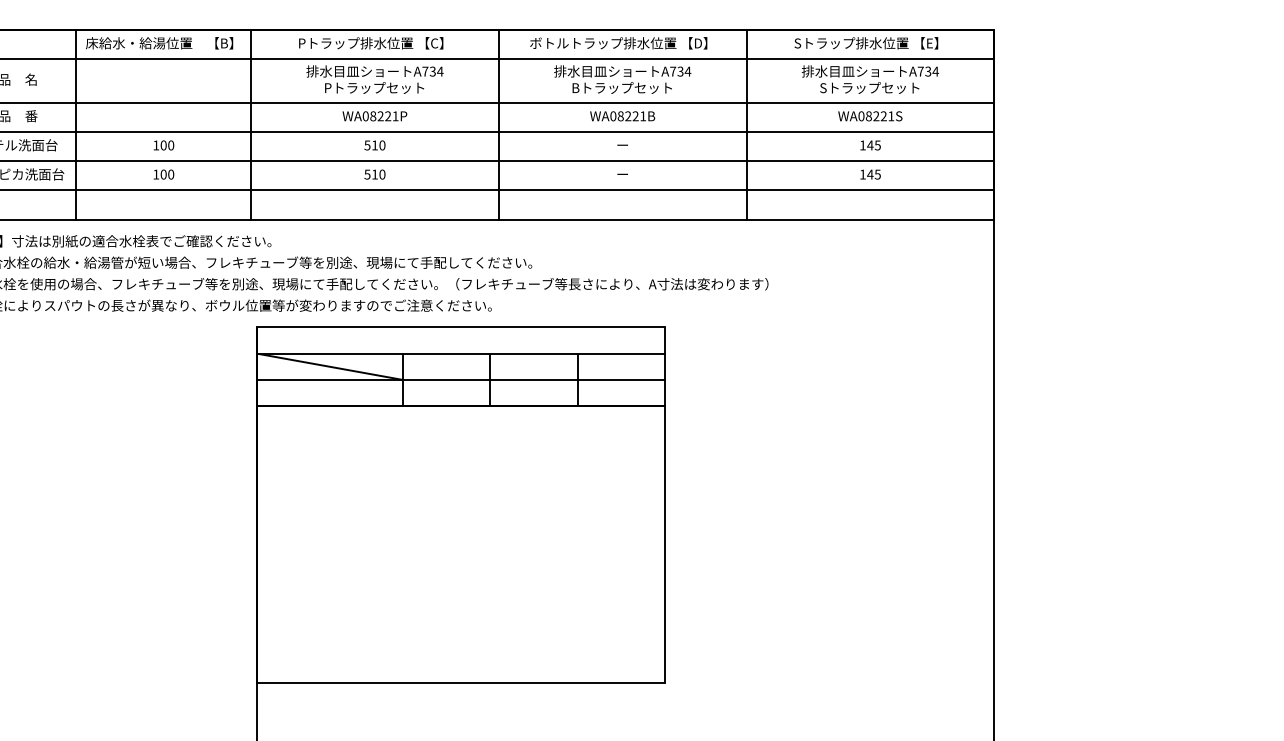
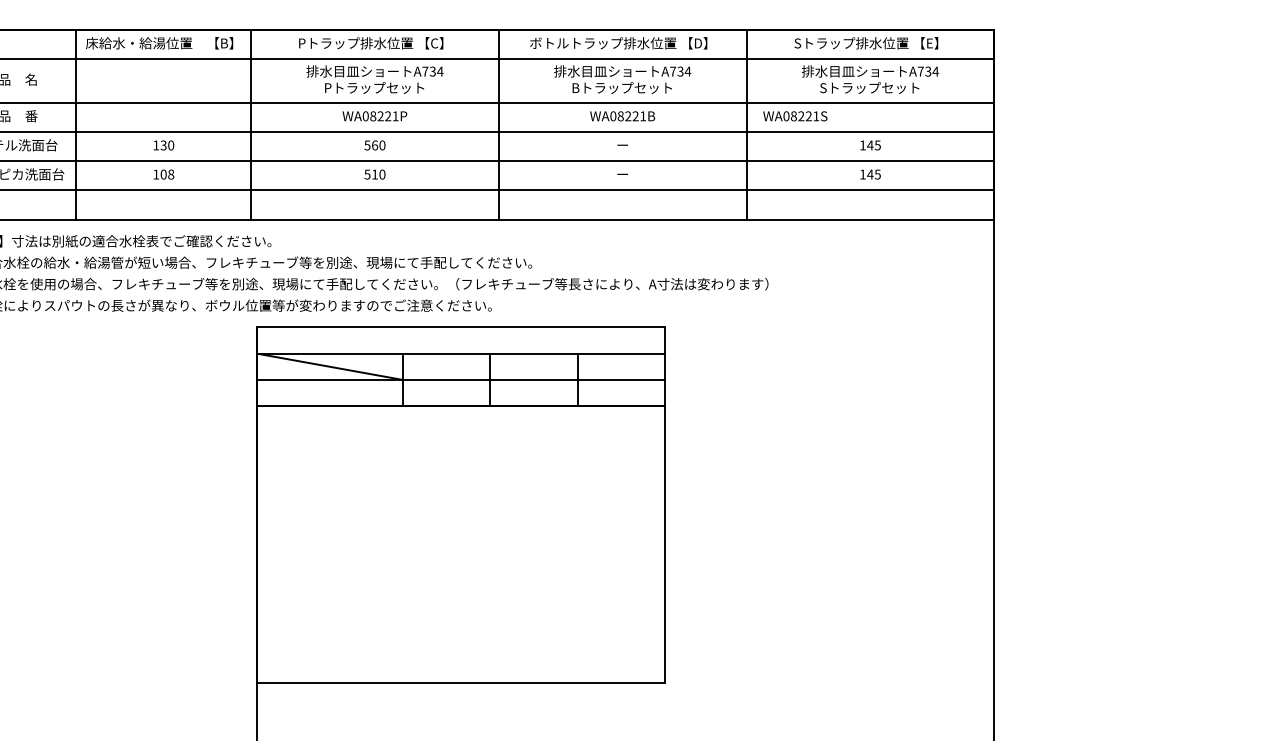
text at (870, 116) position: (870, 116) -> (795, 116)
text at (163, 145): 100 -> 130
text at (375, 145): 510 -> 560
text at (171, 174): 100 -> 108
